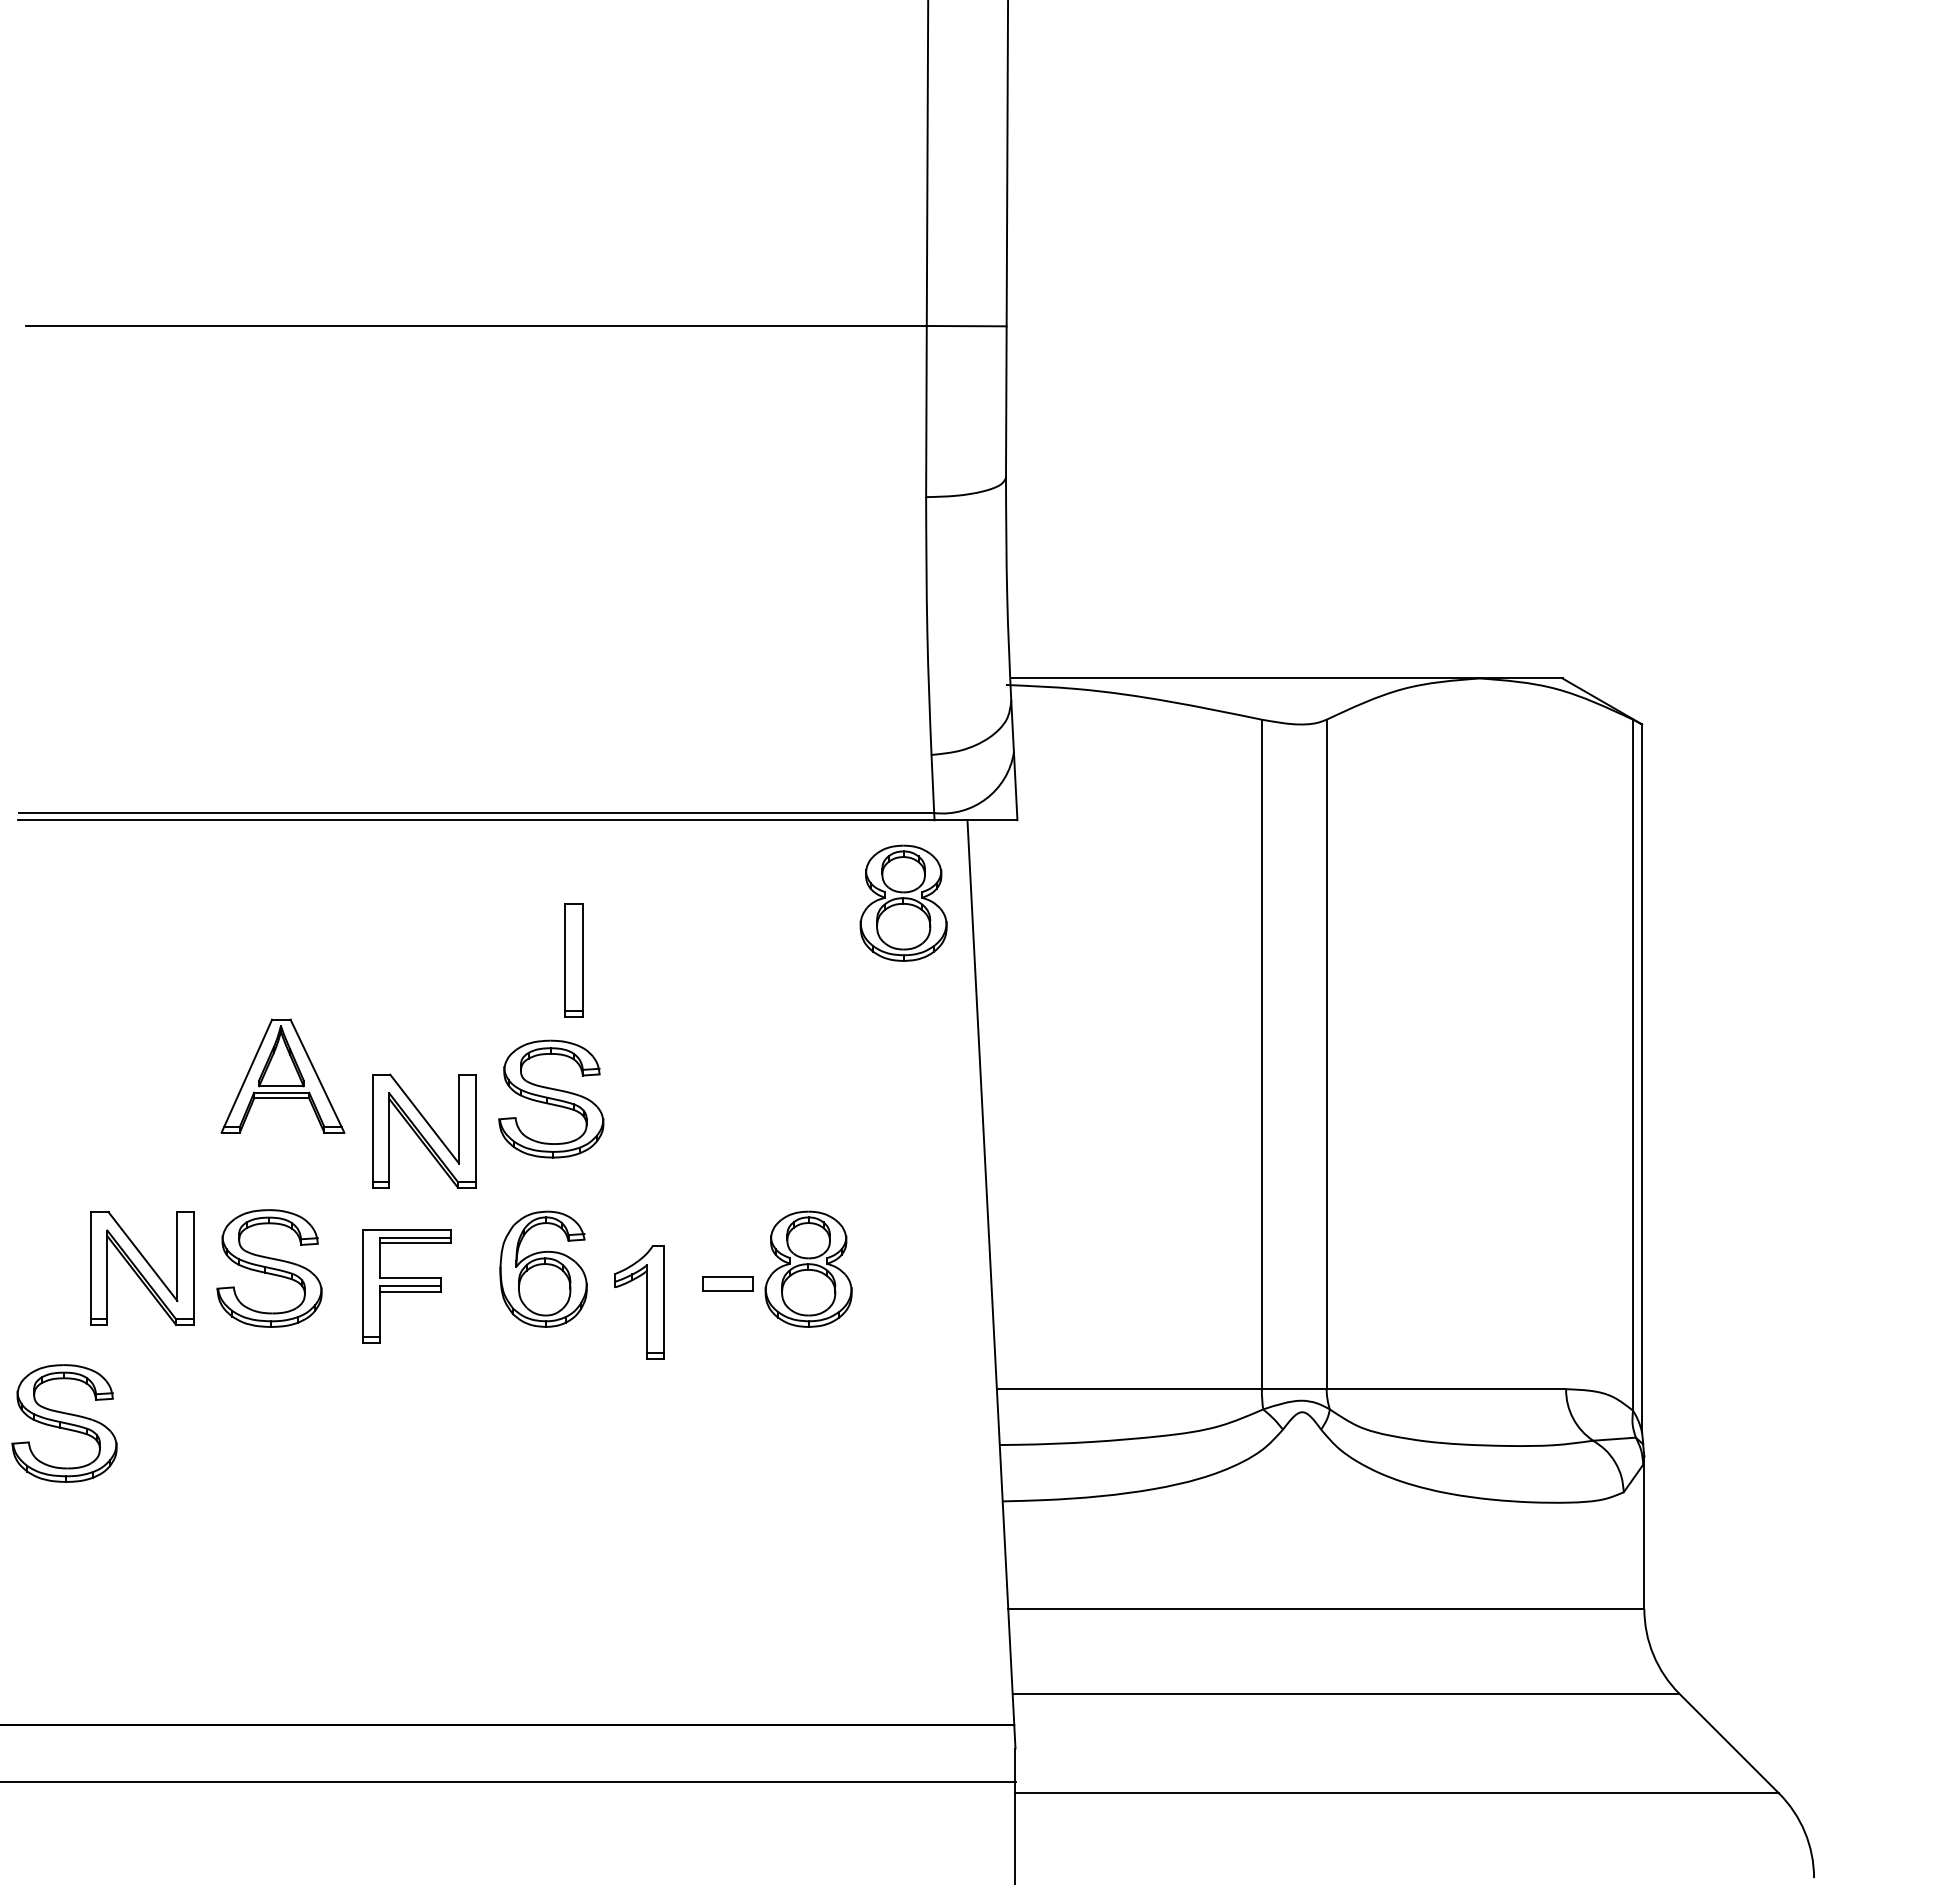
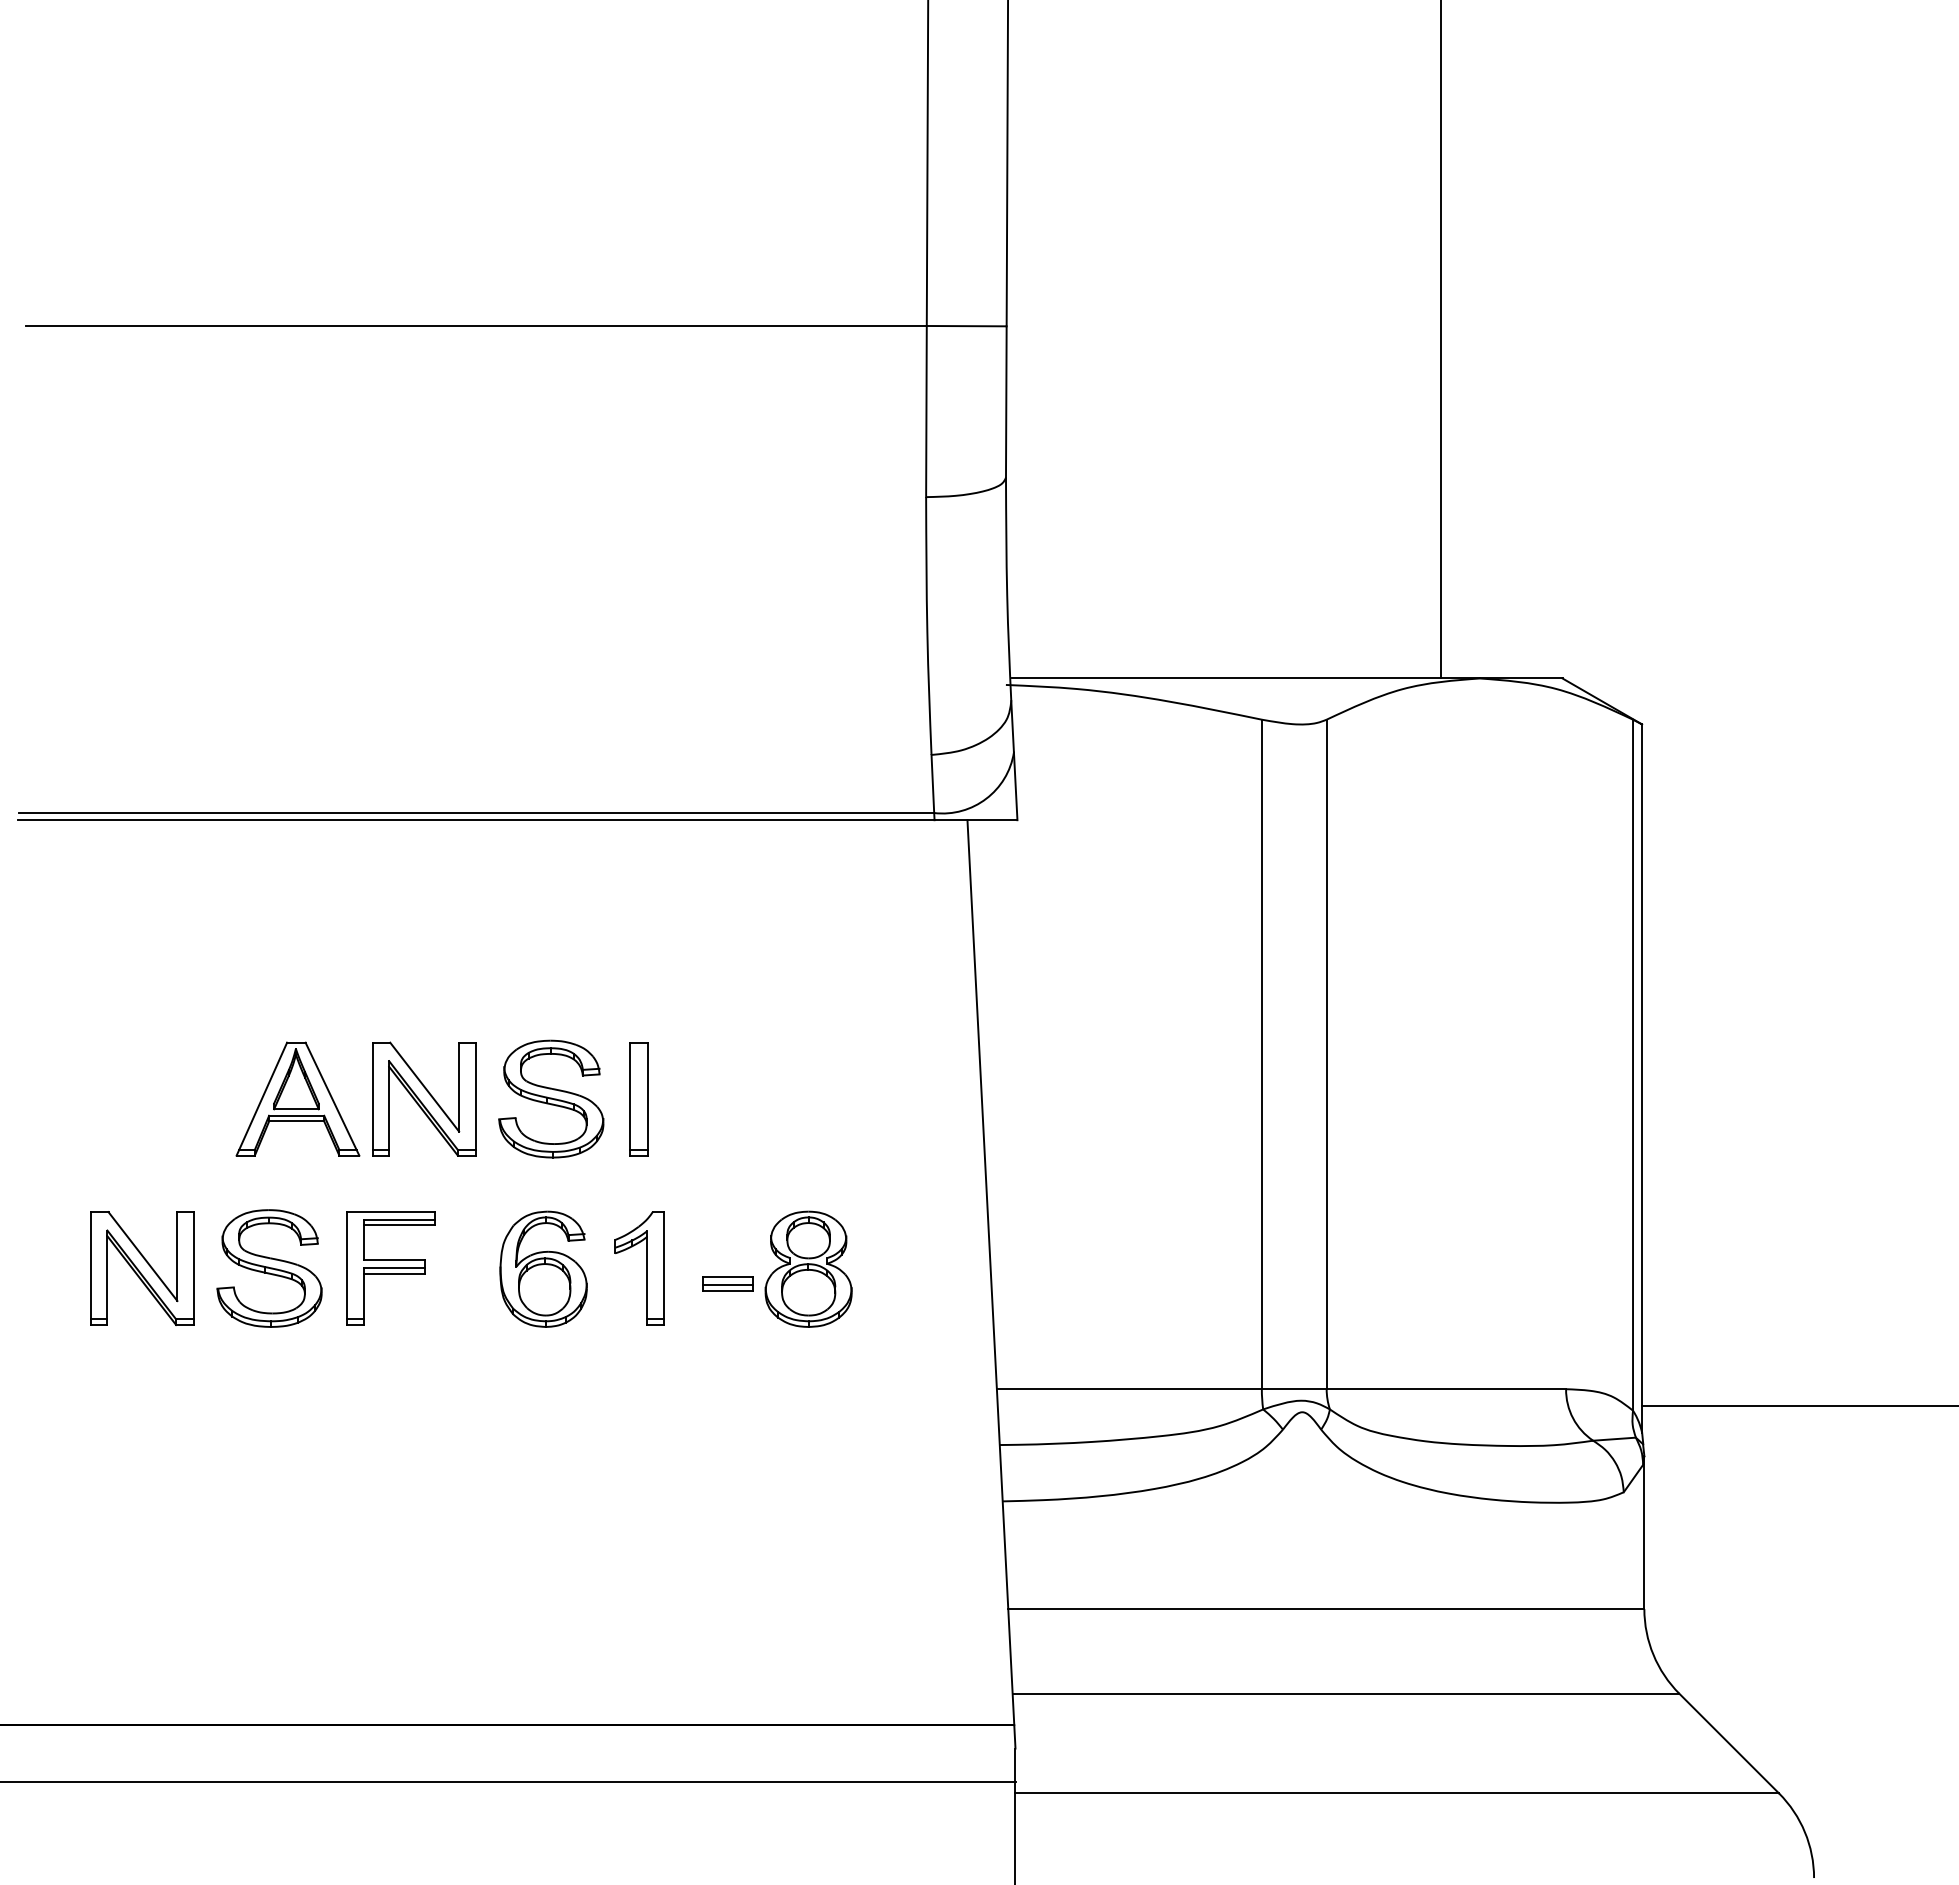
line at (1440, 340): none -> present
part at (903, 902): present -> none
part at (573, 960) position: (573, 960) -> (638, 1099)
part at (282, 1075) position: (282, 1075) -> (297, 1098)
part at (424, 1130) position: (424, 1130) -> (424, 1098)
line at (727, 1285): none -> present
part at (406, 1286) position: (406, 1286) -> (390, 1268)
part at (646, 1302) position: (646, 1302) -> (646, 1268)
line at (1798, 1405): none -> present
part at (64, 1423): present -> none
